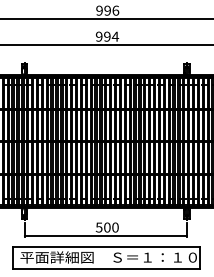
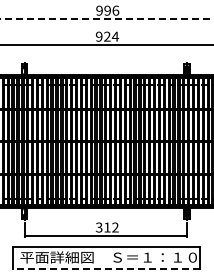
line at (107, 19): solid -> dashed
text at (107, 36): 994 -> 924
text at (107, 227): 500 -> 312
line at (106, 268): solid -> dashed
